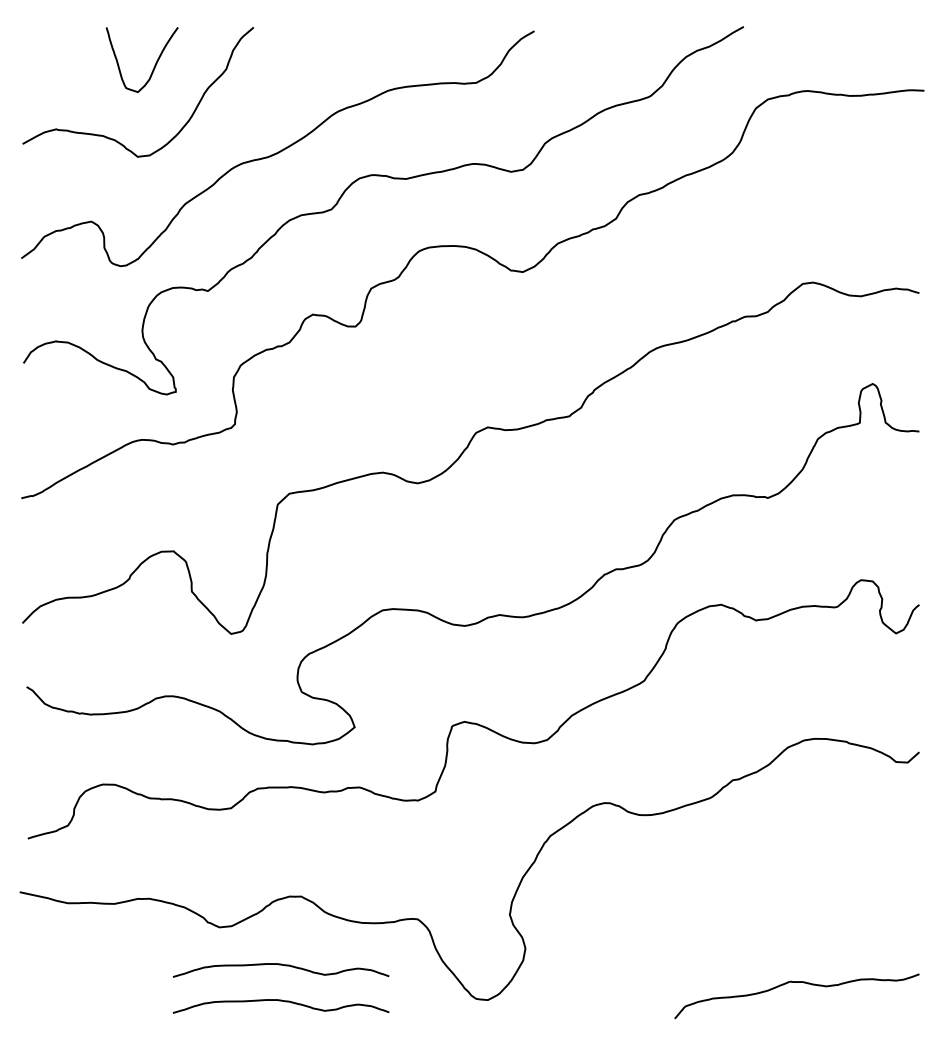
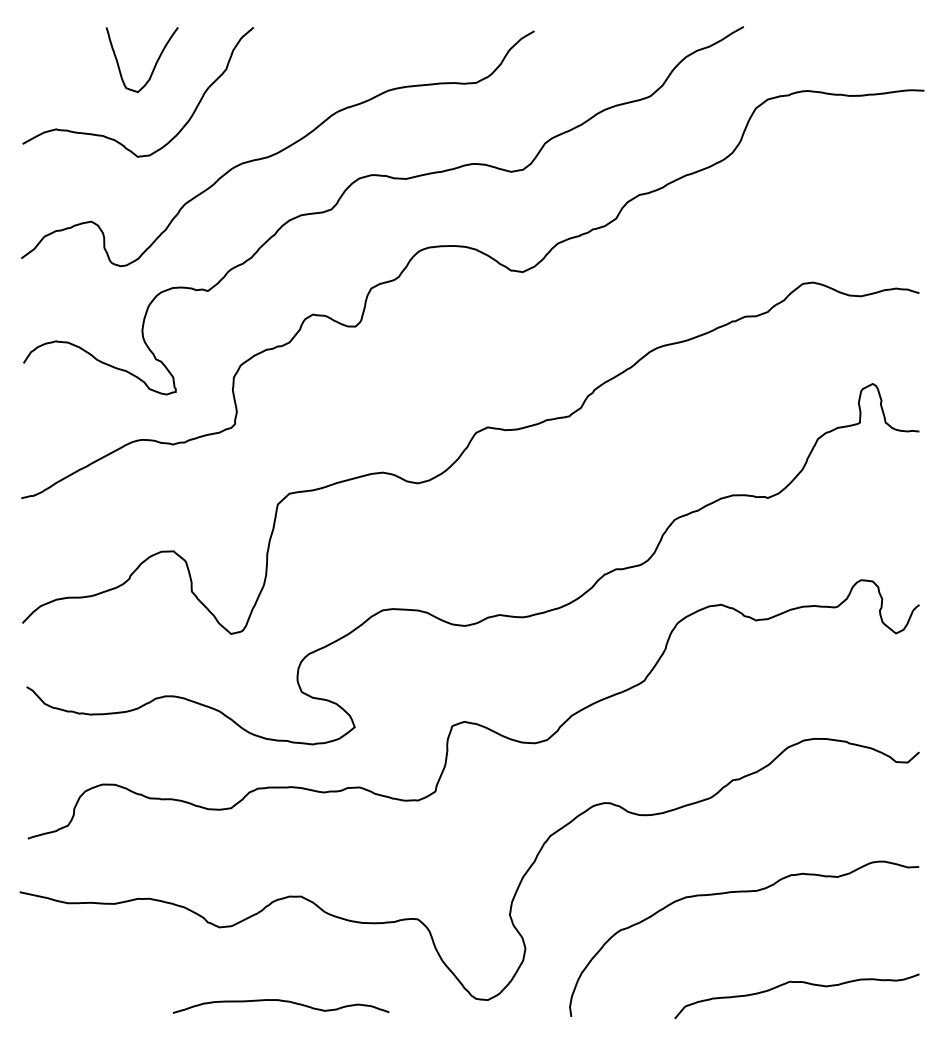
curve at (744, 892): none -> present
curve at (280, 965): present -> none
